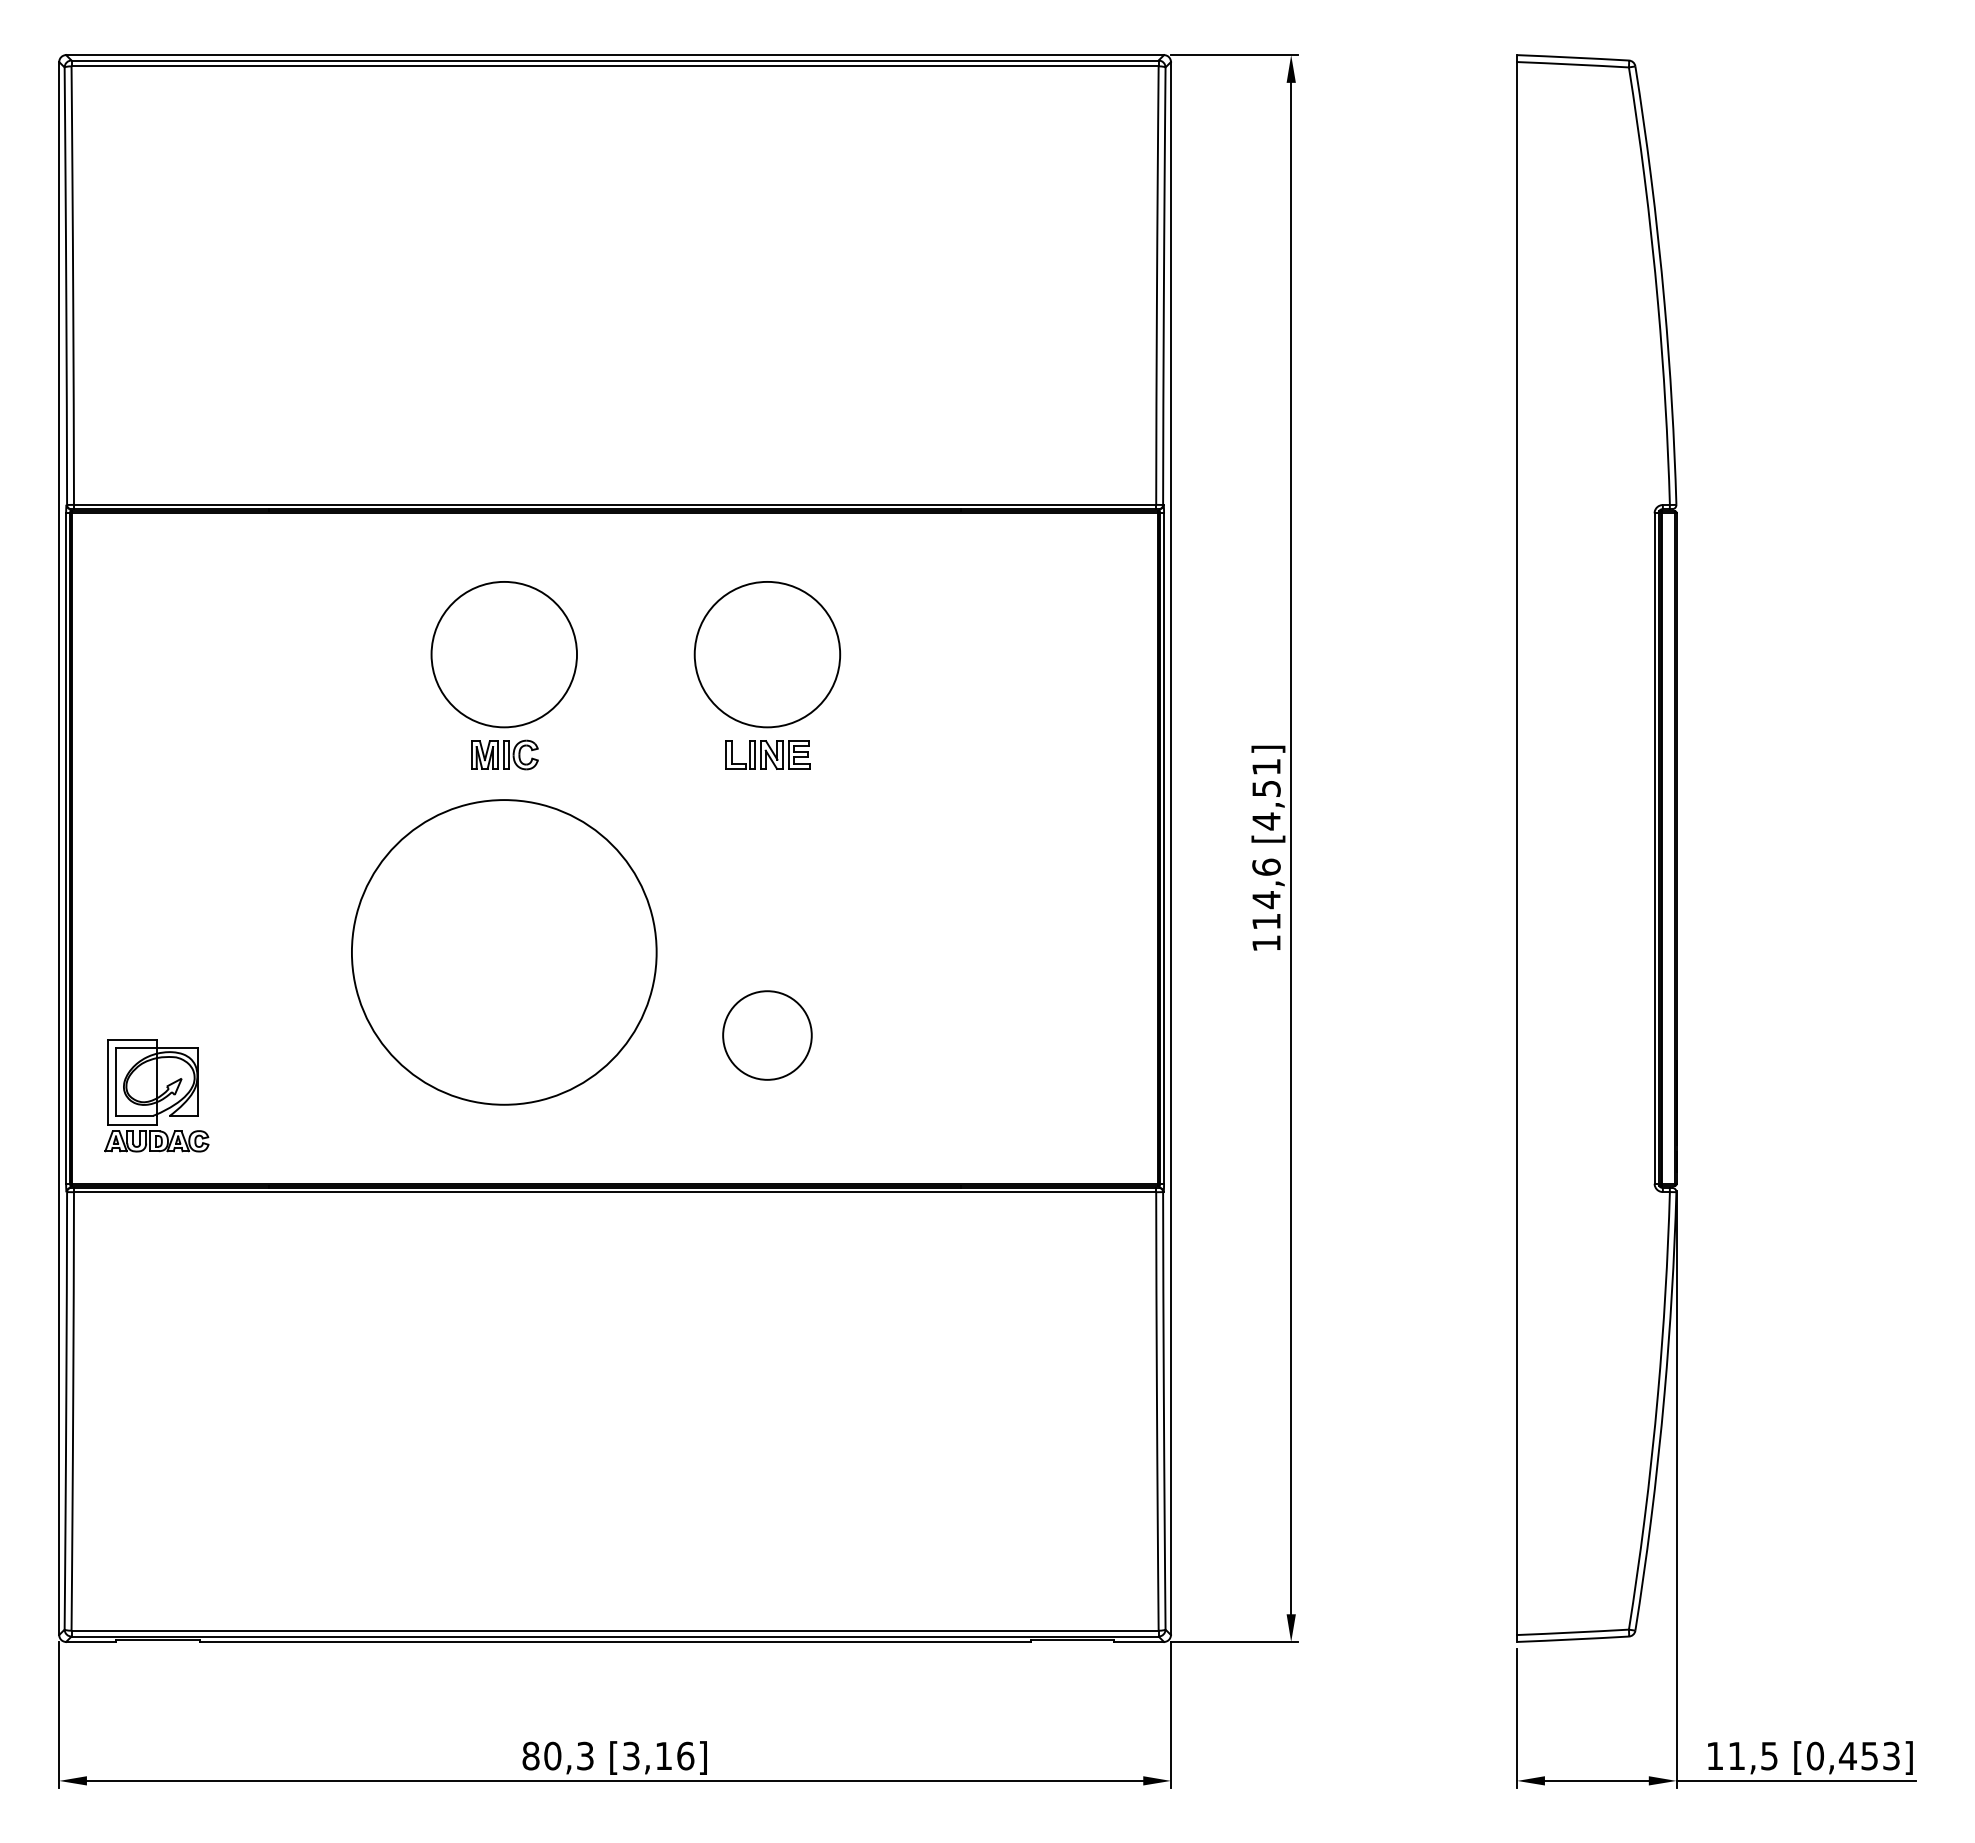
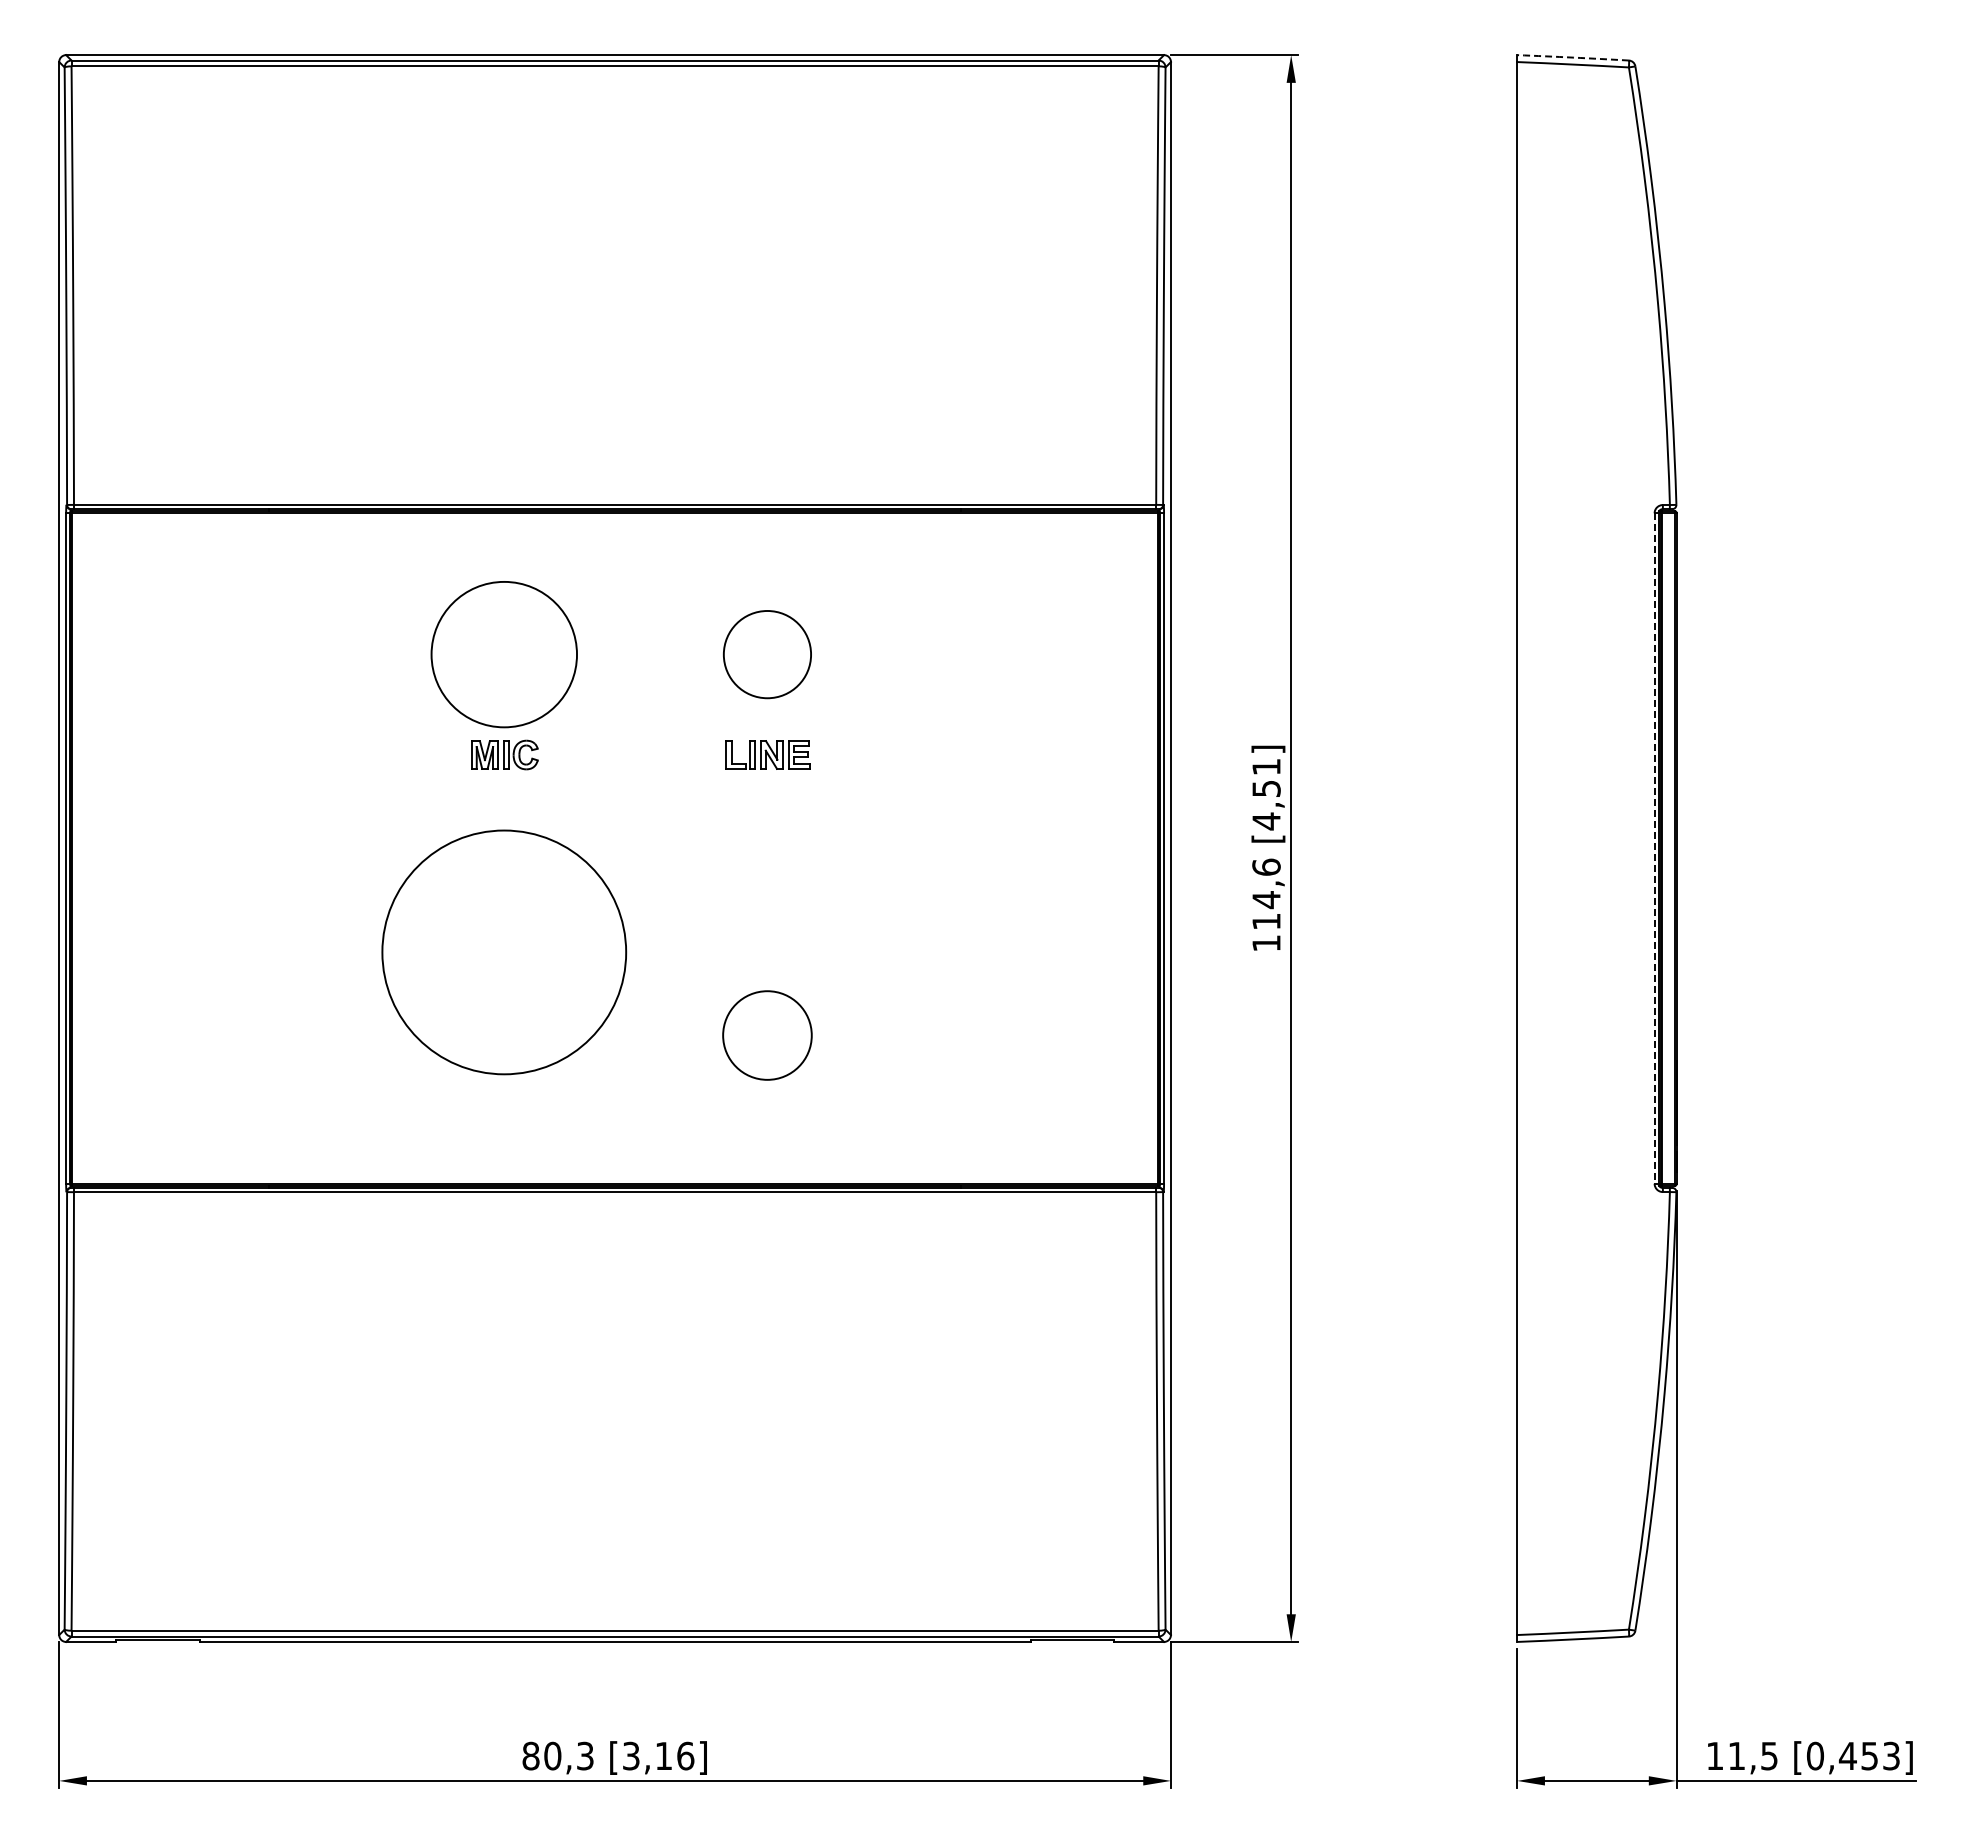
arc at (1573, 57): solid -> dashed
circle at (767, 654) diameter: 145 px -> 87 px
line at (1654, 849): solid -> dashed
circle at (503, 952) diameter: 305 px -> 244 px
part at (156, 1095): present -> none
